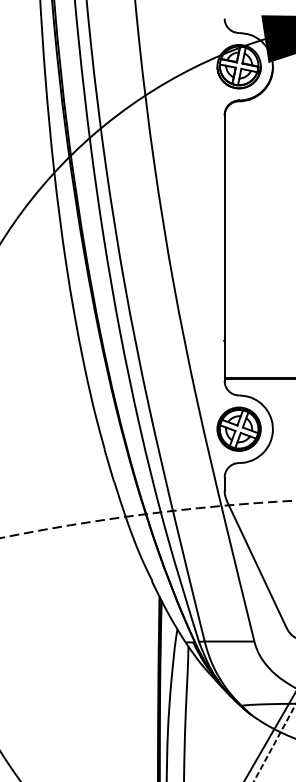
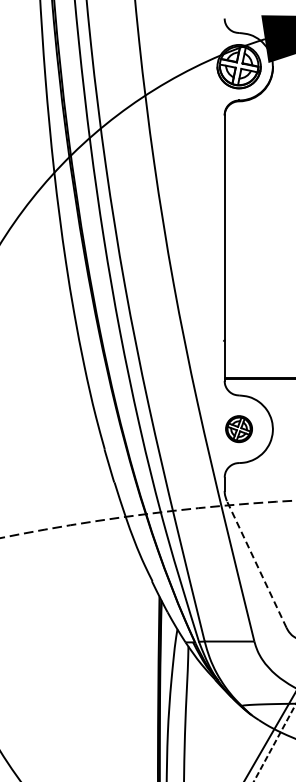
part at (238, 428) size: 46x46 px -> 28x29 px
line at (256, 564): solid -> dashed
